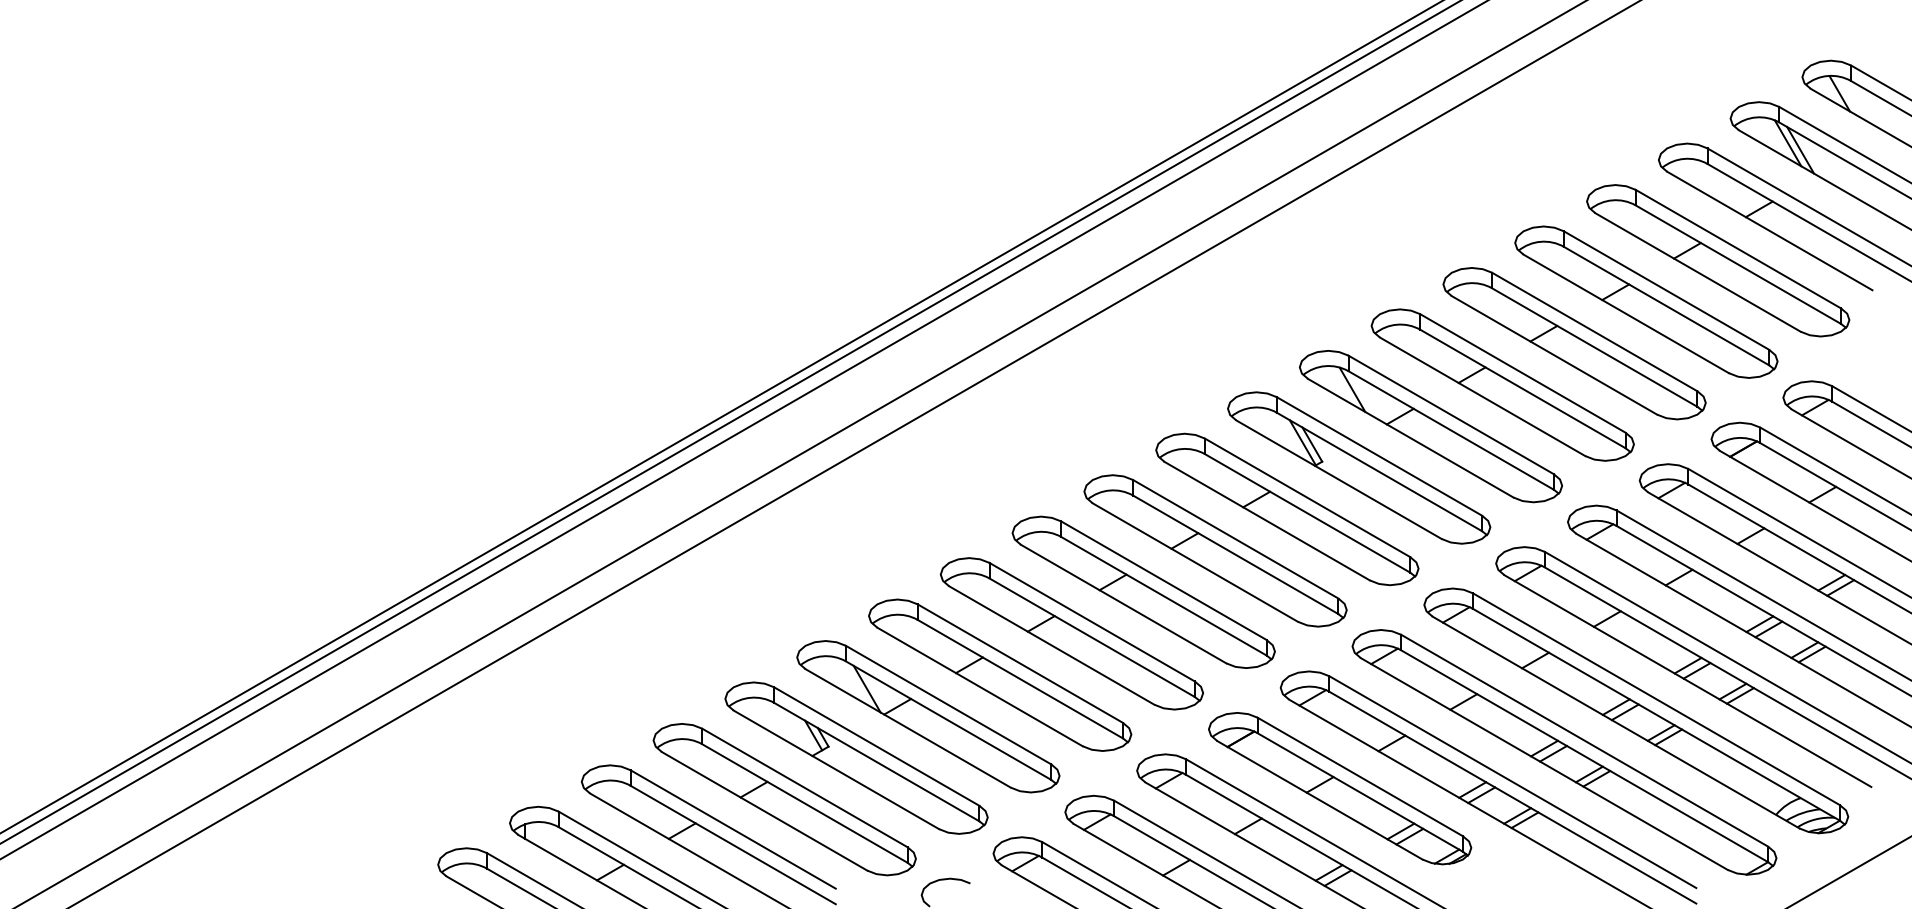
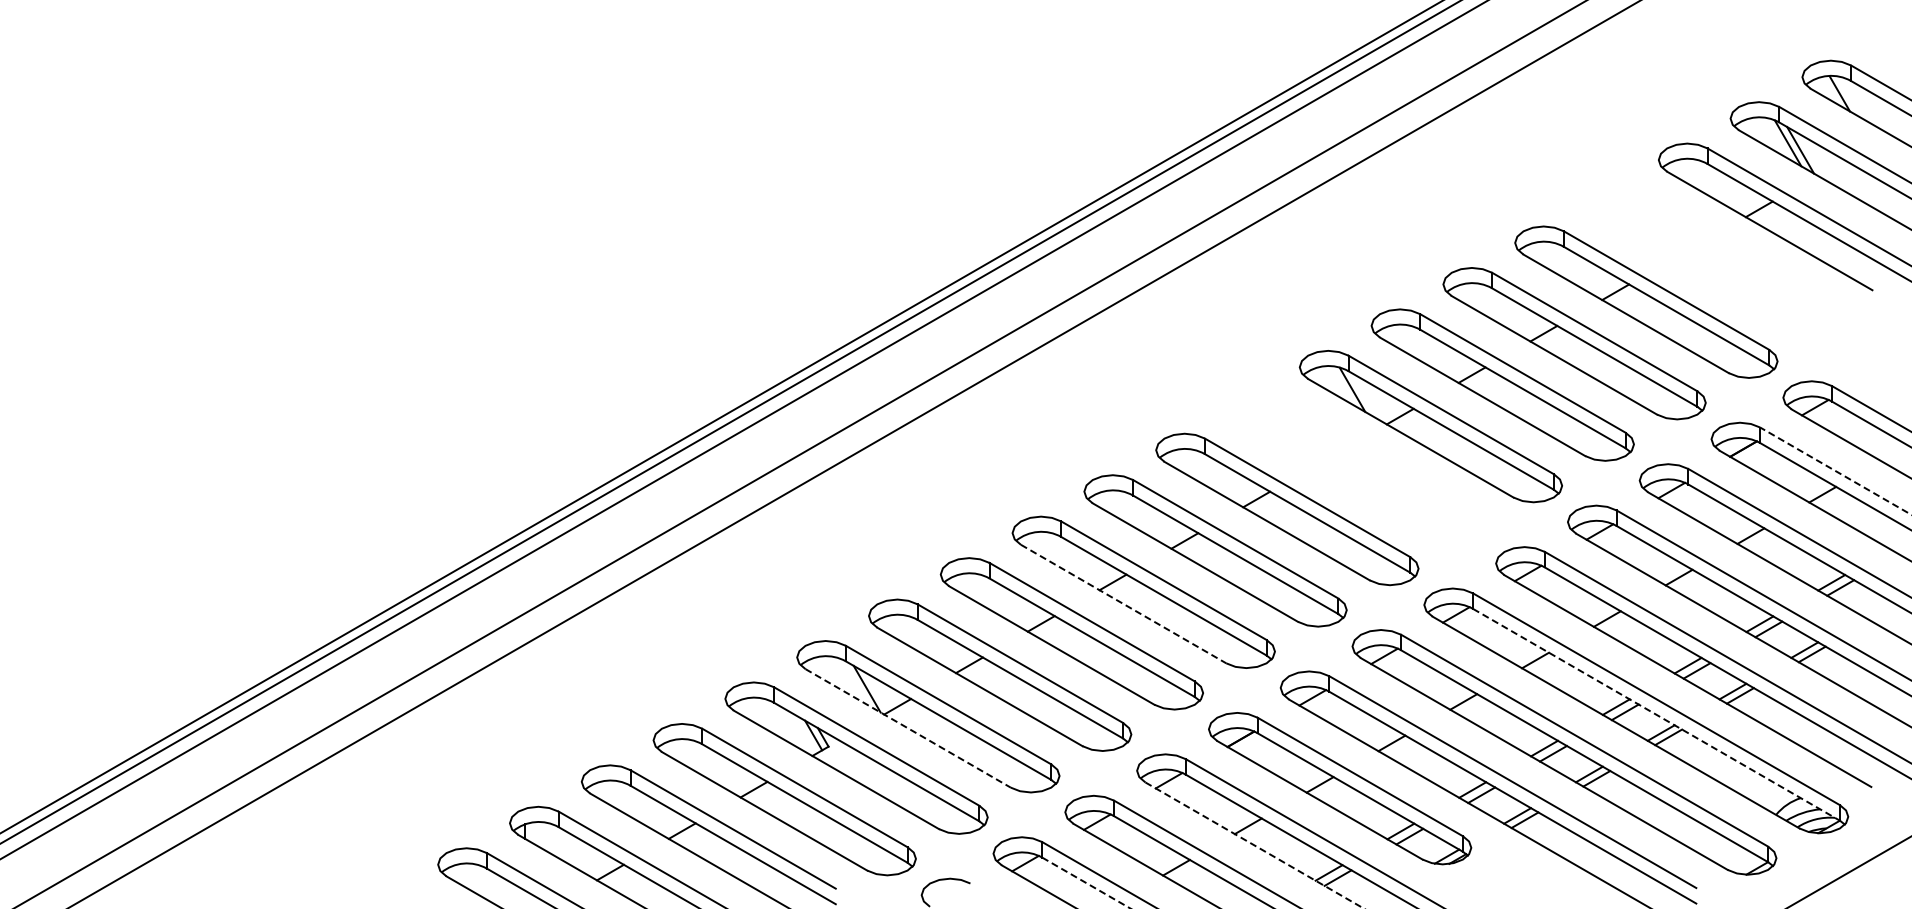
part at (1718, 260): present -> none
part at (1359, 467): present -> none
line at (1835, 471): solid -> dashed
line at (1123, 604): solid -> dashed
line at (1656, 714): solid -> dashed
line at (908, 728): solid -> dashed
line at (1255, 845): solid -> dashed
line at (1086, 883): solid -> dashed
